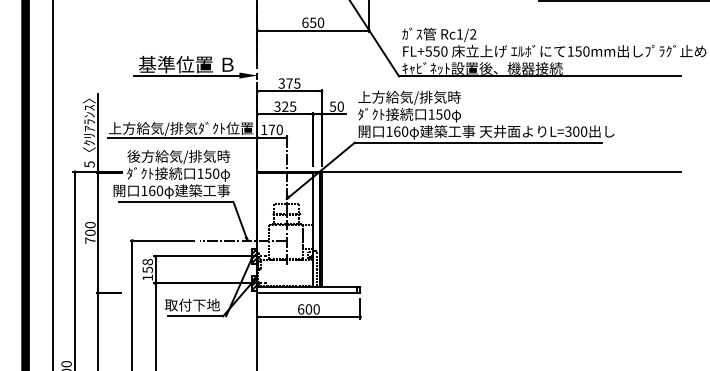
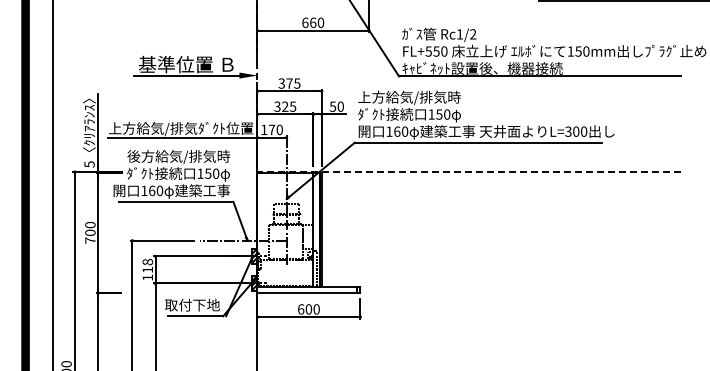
text at (313, 22): 650 -> 660
line at (469, 171): solid -> dashed
text at (147, 269): 158 -> 118
